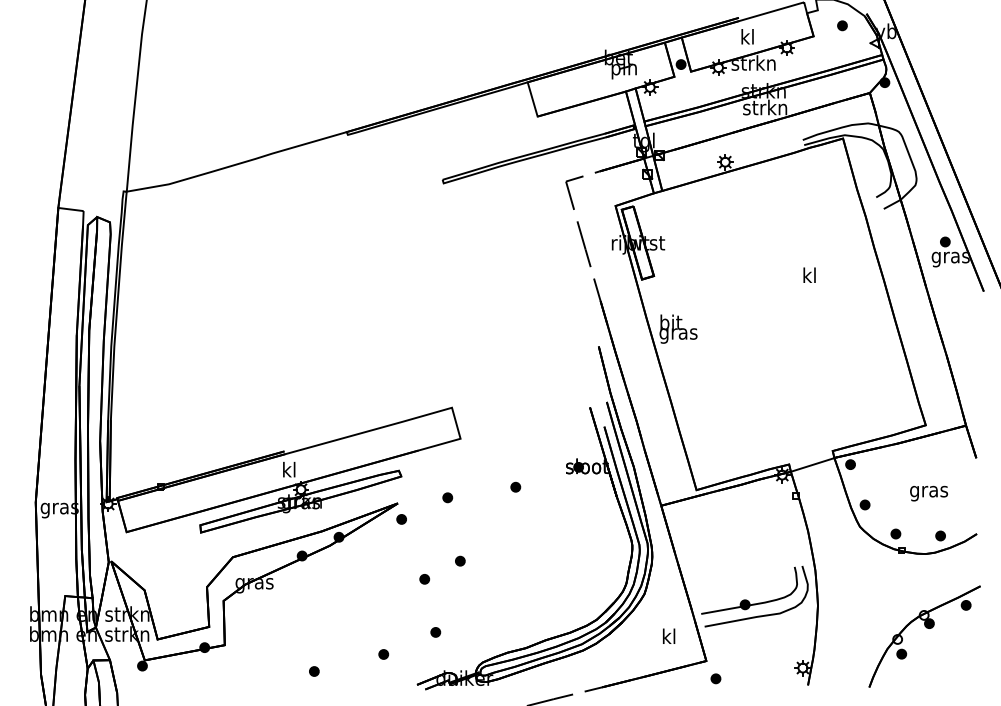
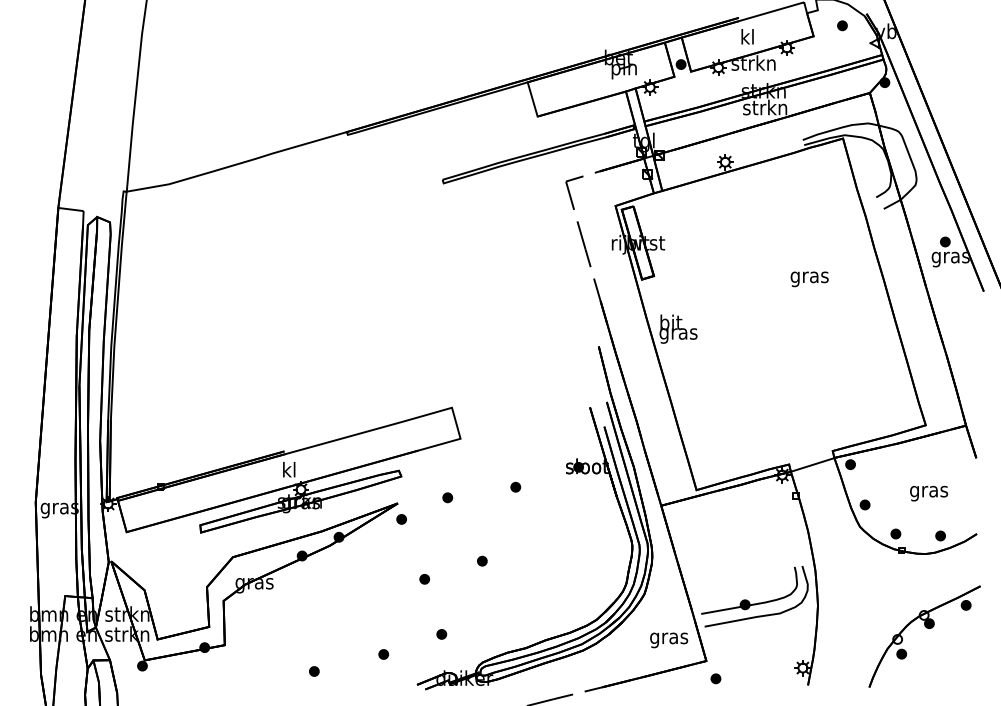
text at (809, 277): kl -> gras
part at (460, 560) position: (460, 560) -> (482, 560)
part at (435, 632) position: (435, 632) -> (441, 634)
text at (669, 638): kl -> gras
